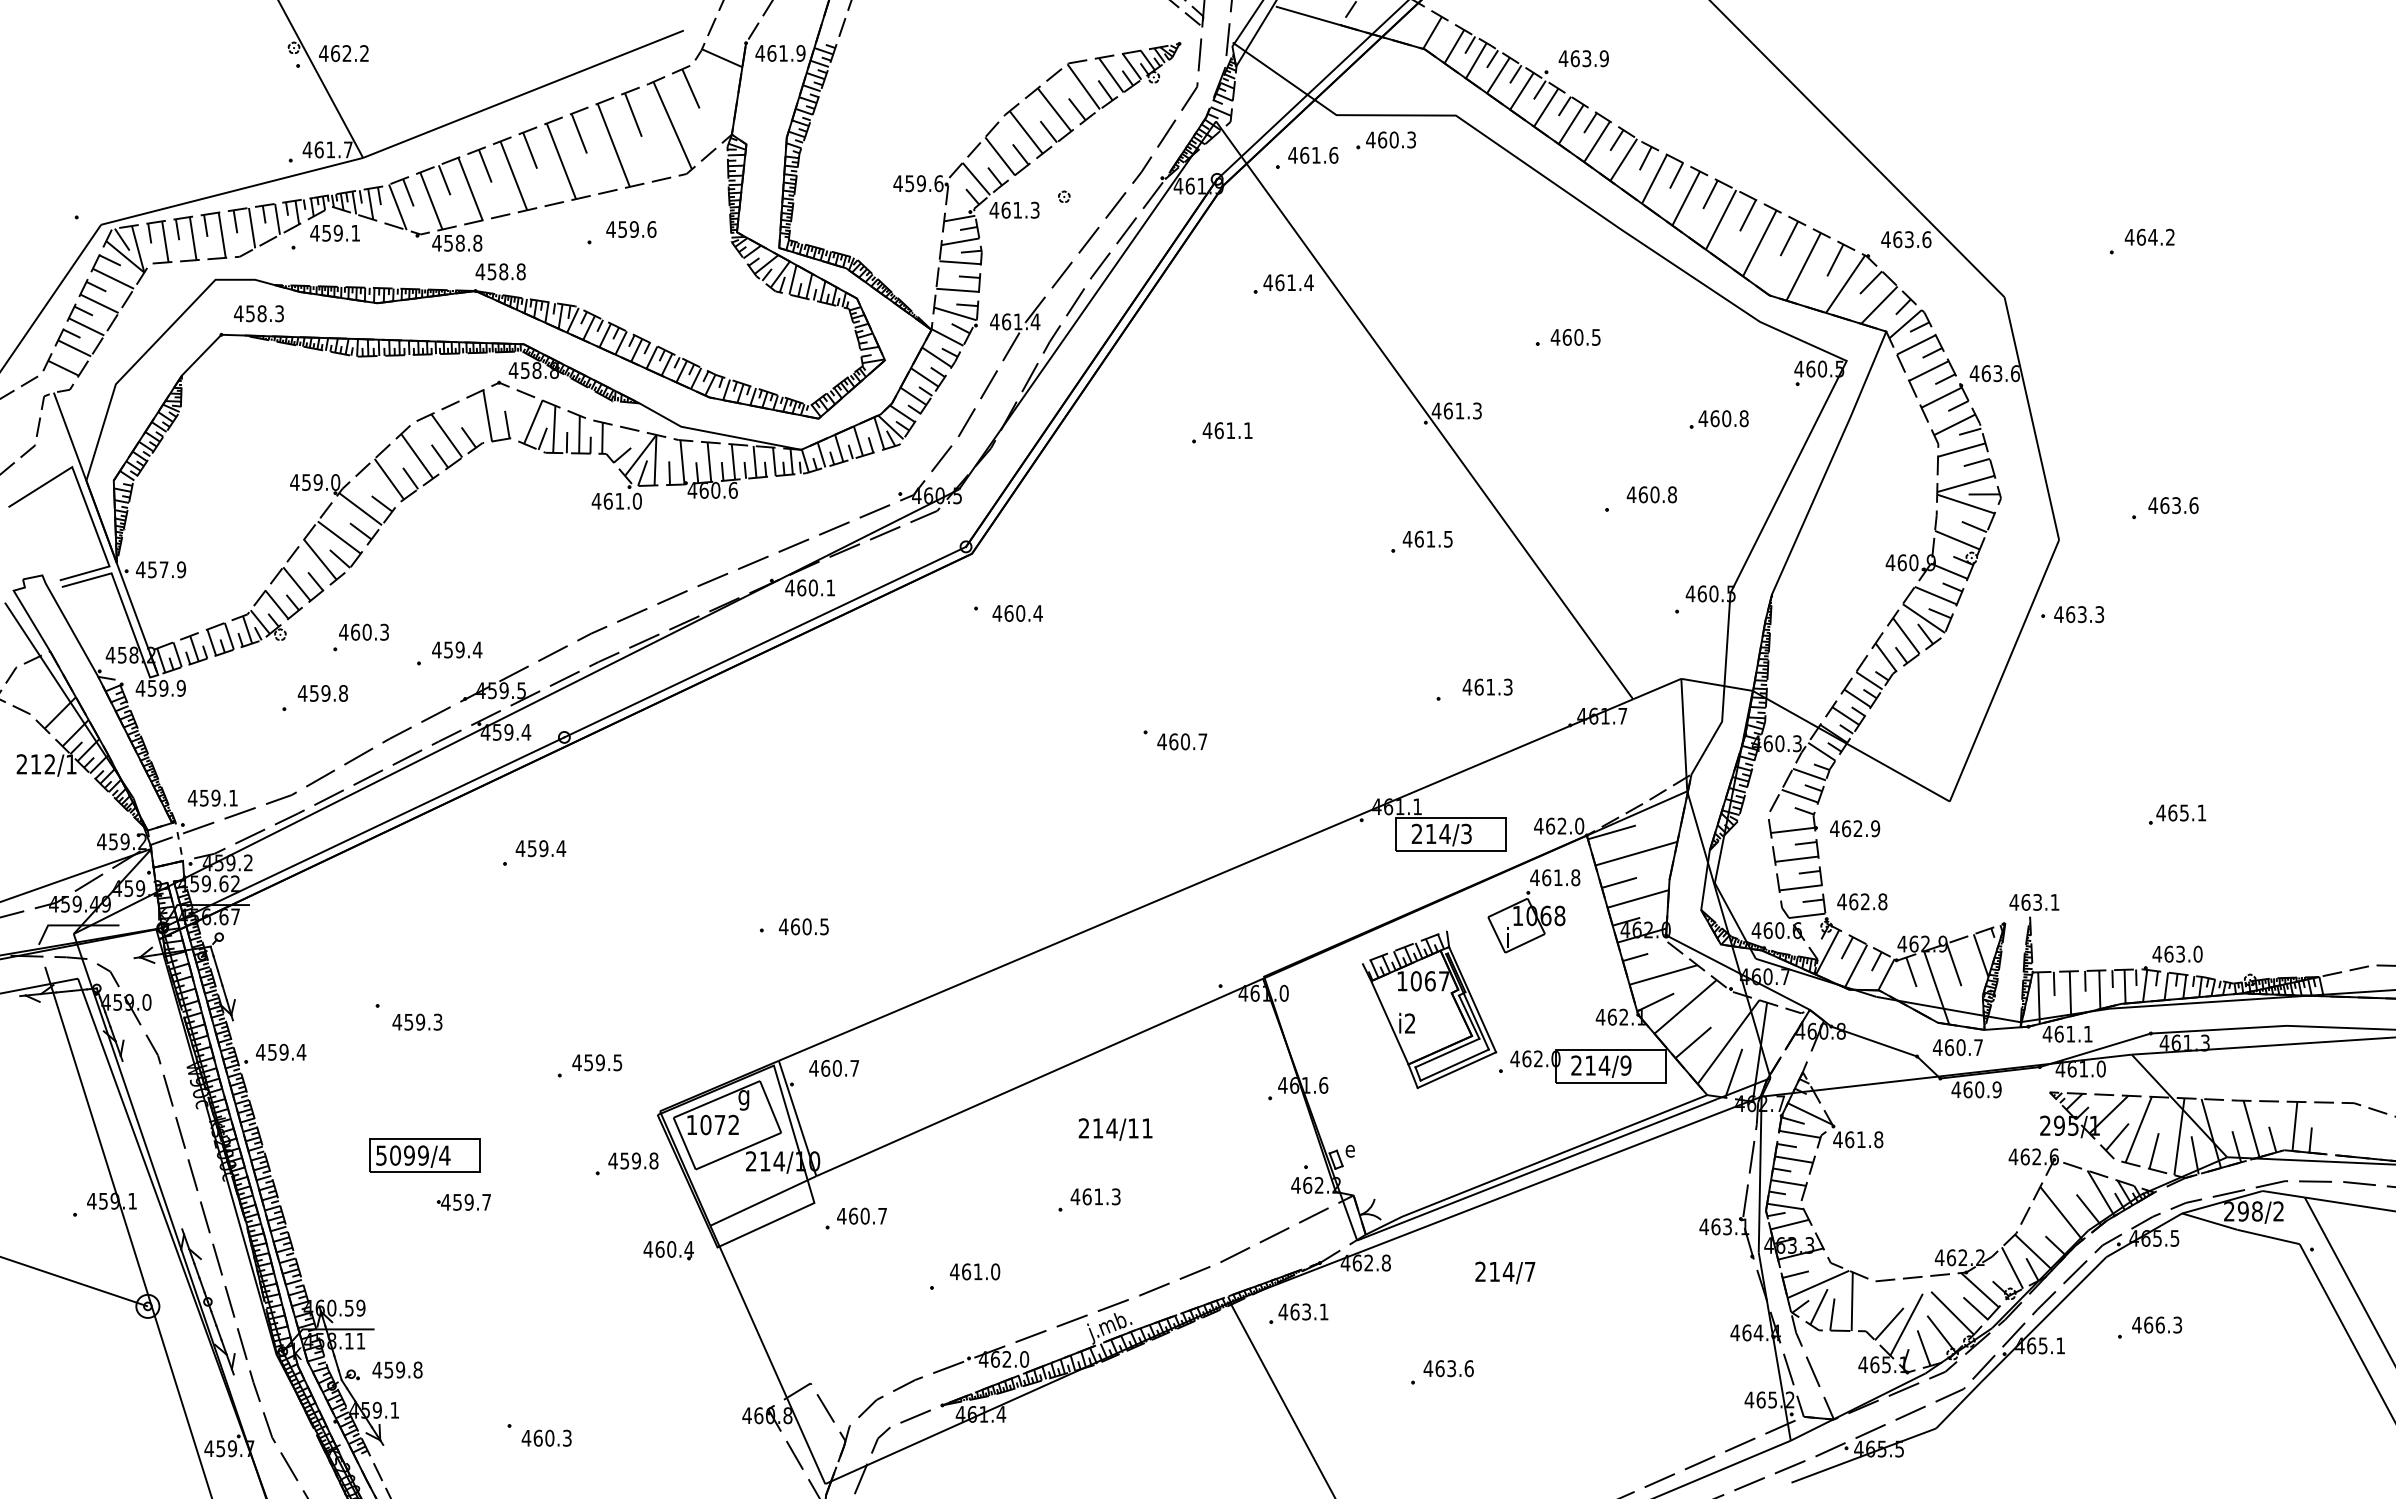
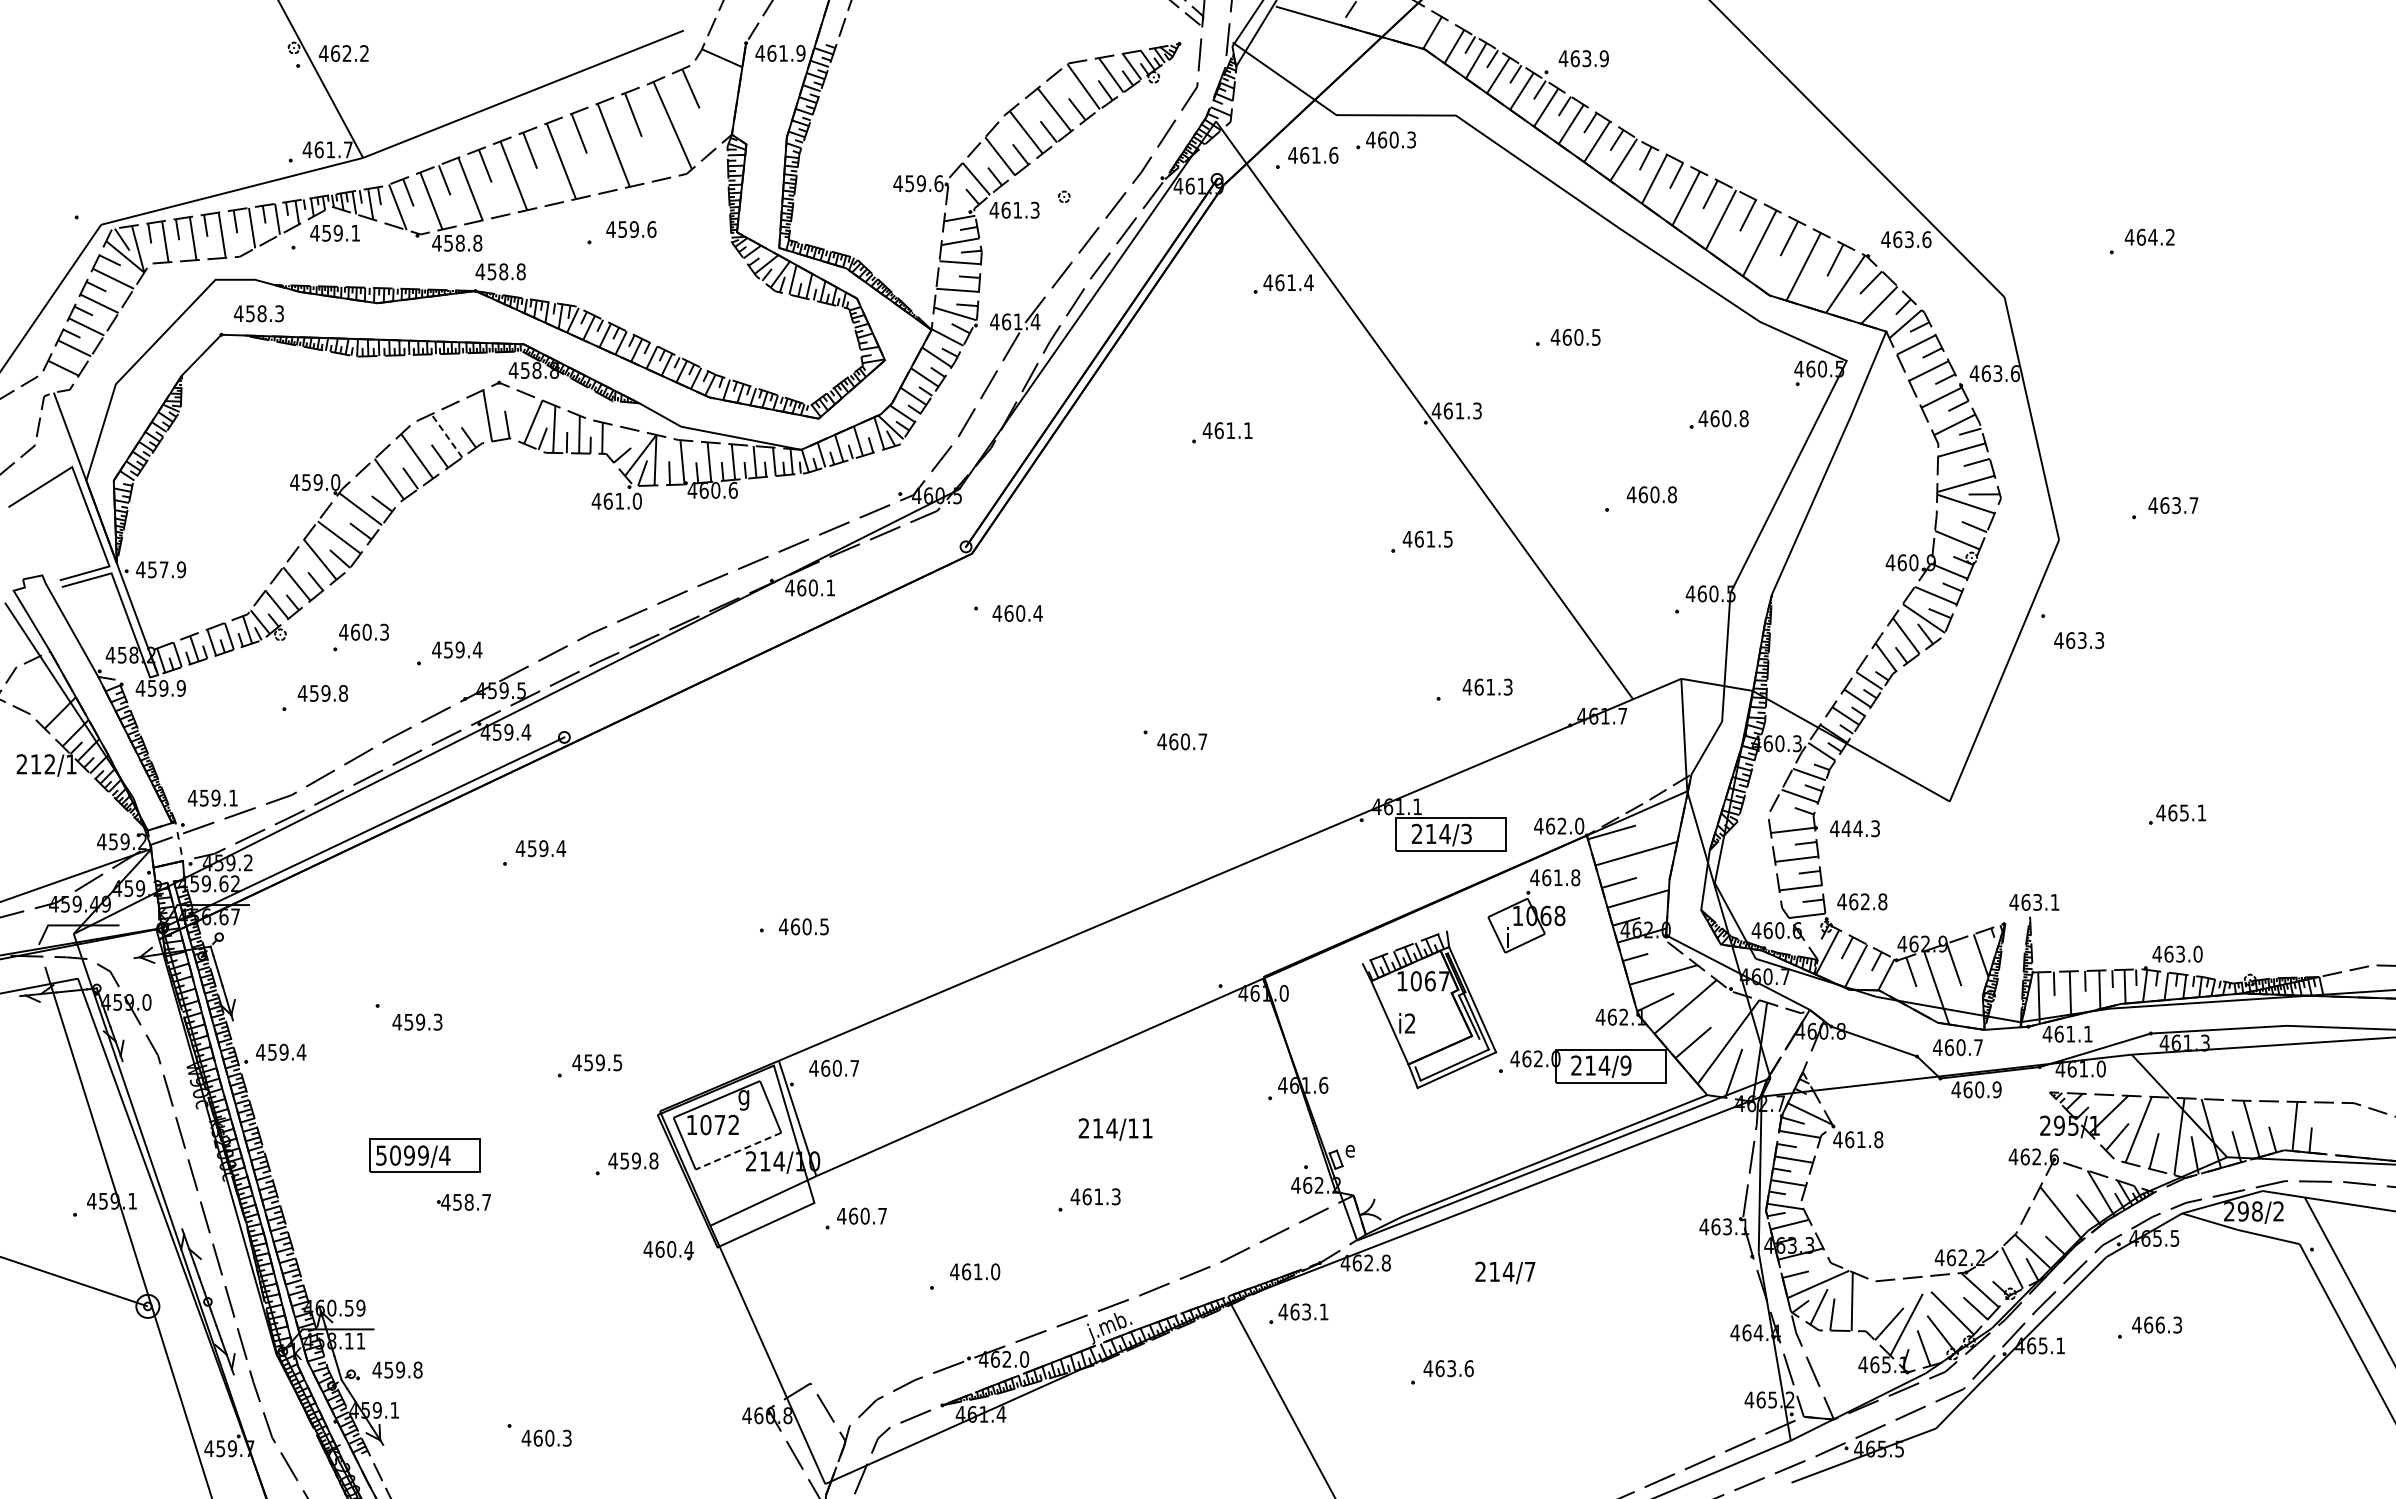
line at (1311, 90): present -> none
line at (446, 435): solid -> dashed
text at (2193, 505): 463.6 -> 463.7
text at (2079, 614) position: (2079, 614) -> (2079, 640)
line at (765, 641): present -> none
text at (1860, 828): 462.9 -> 444.3
line at (1447, 1052): present -> none
line at (738, 1151): solid -> dashed
text at (468, 1202): 459.7 -> 458.7
